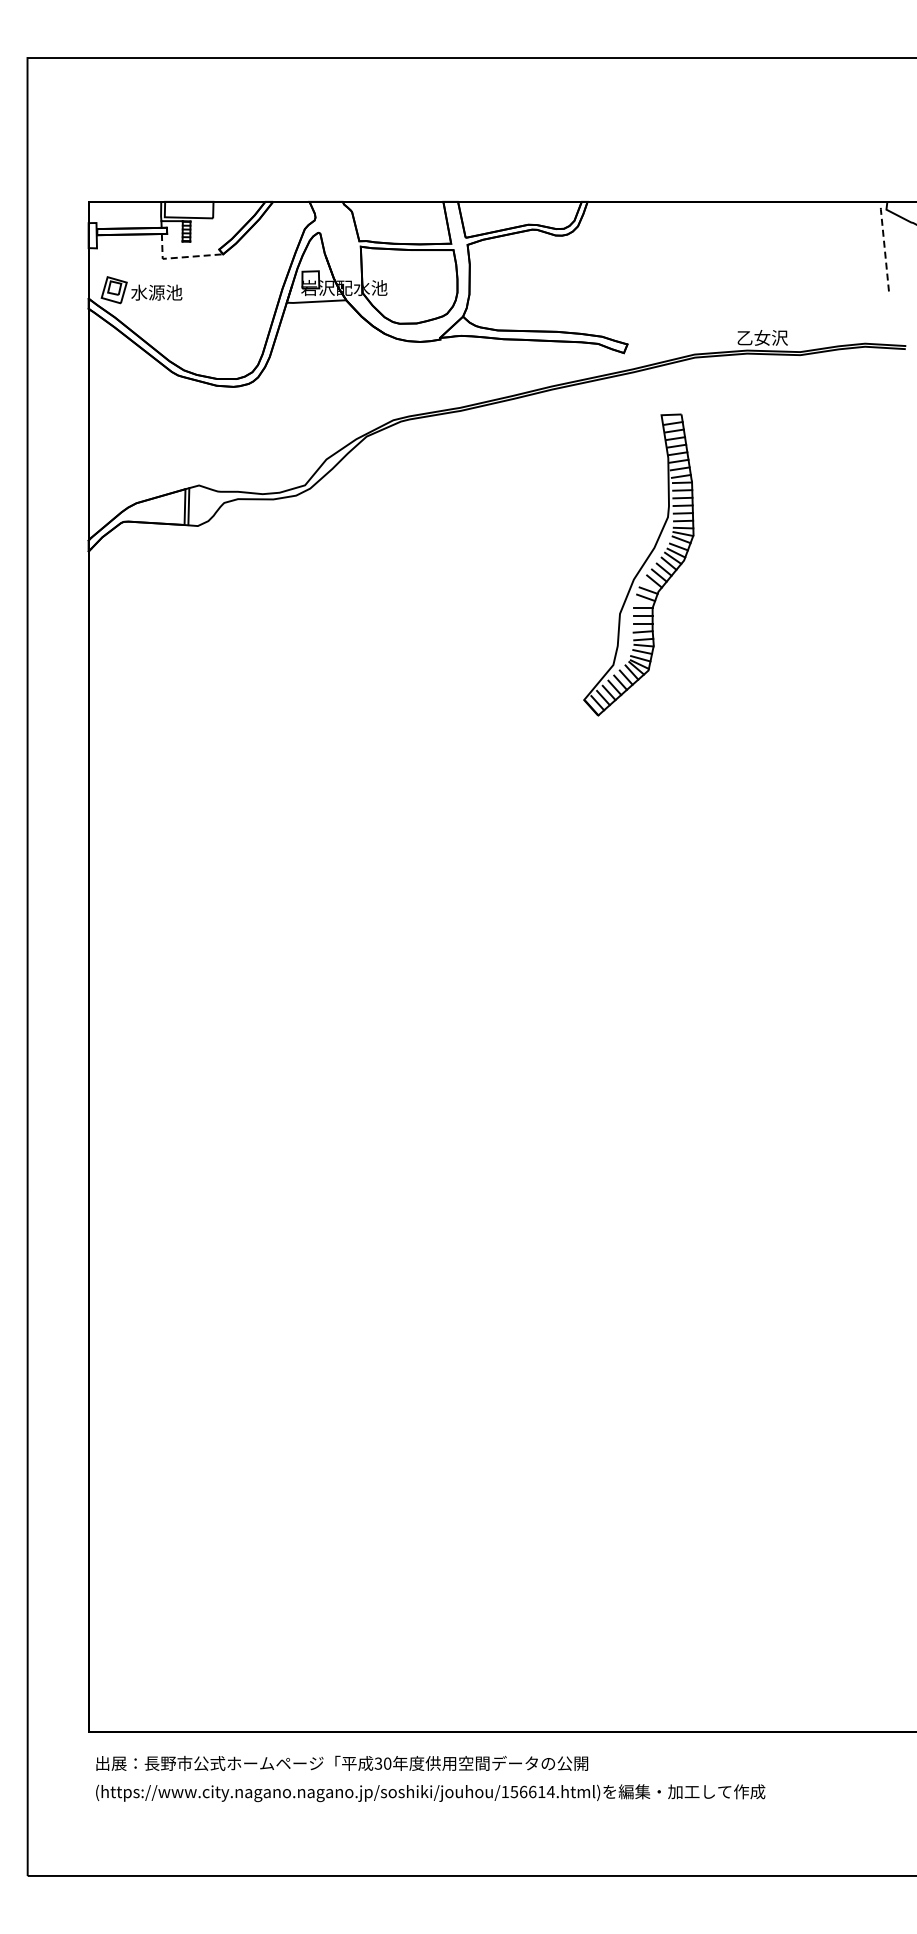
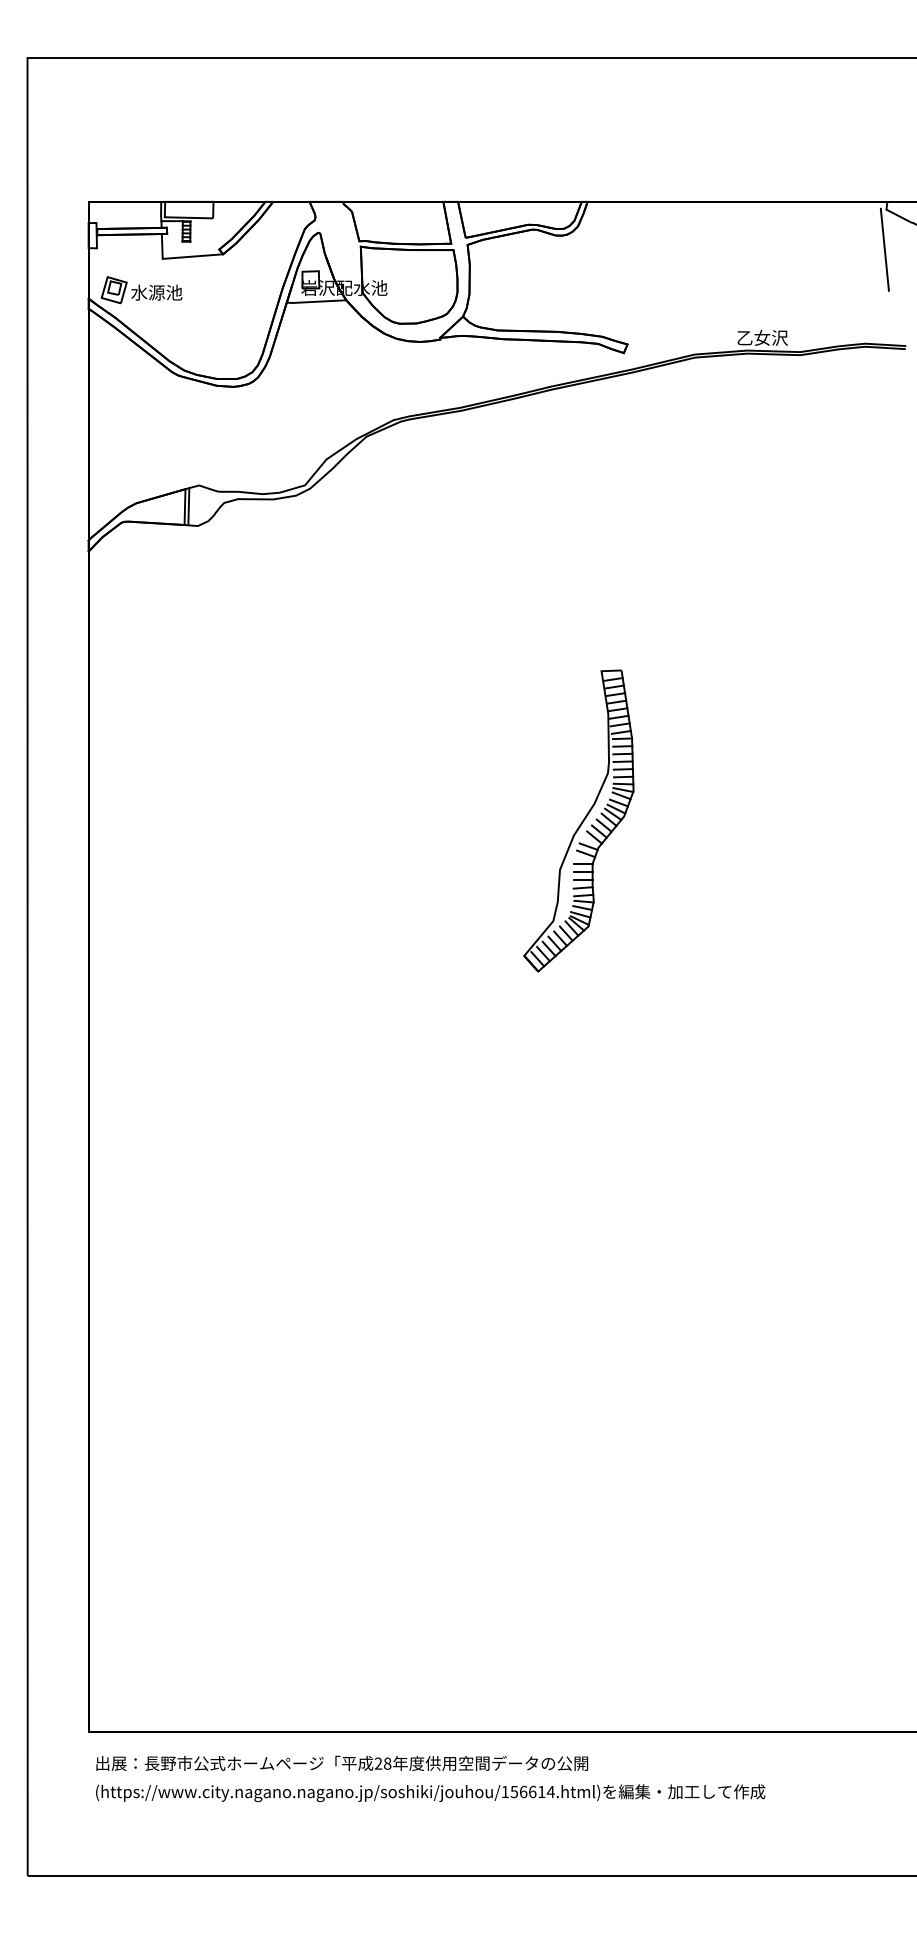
line at (884, 249): dashed -> solid
line at (180, 257): dashed -> solid
part at (638, 564) position: (638, 564) -> (578, 820)
text at (382, 1763): 30 -> 28
